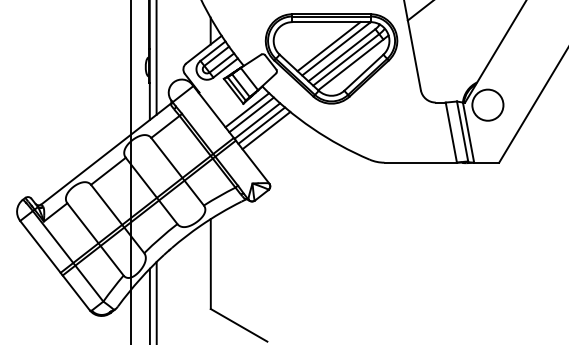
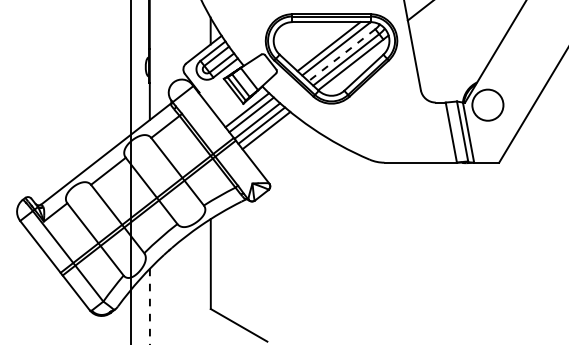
line at (341, 55): solid -> dashed
line at (156, 58): present -> none
line at (156, 301): present -> none
line at (149, 306): solid -> dashed
